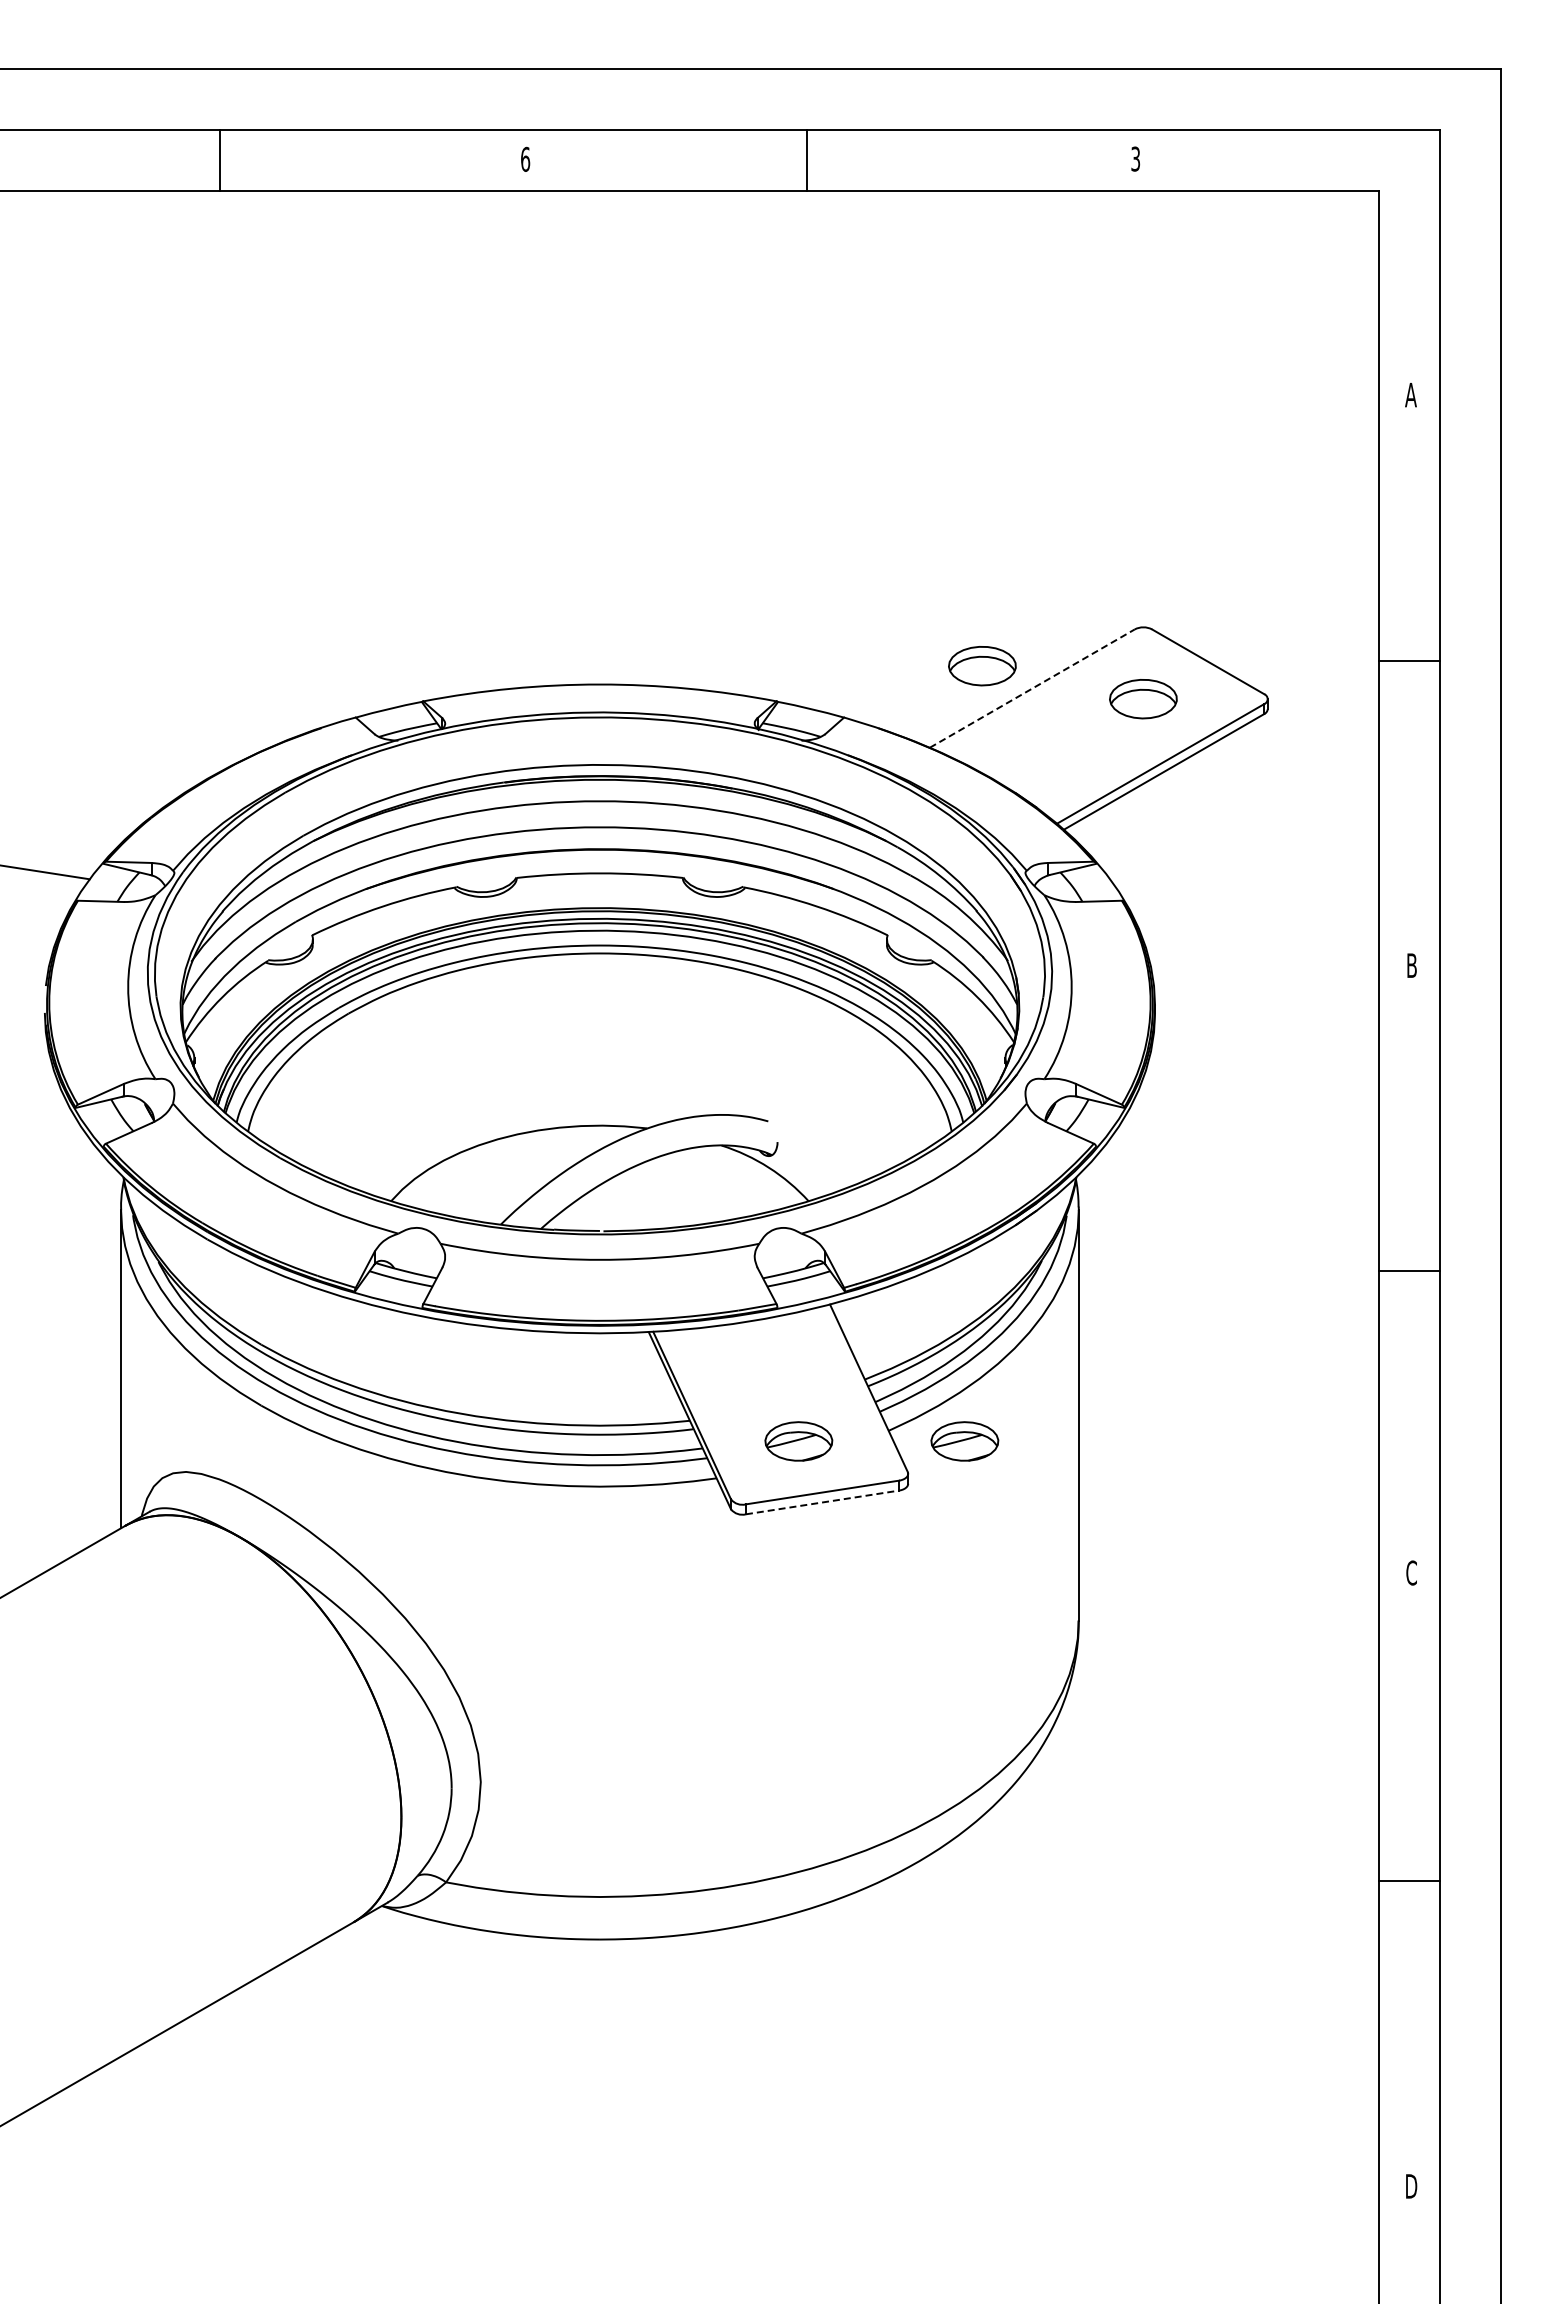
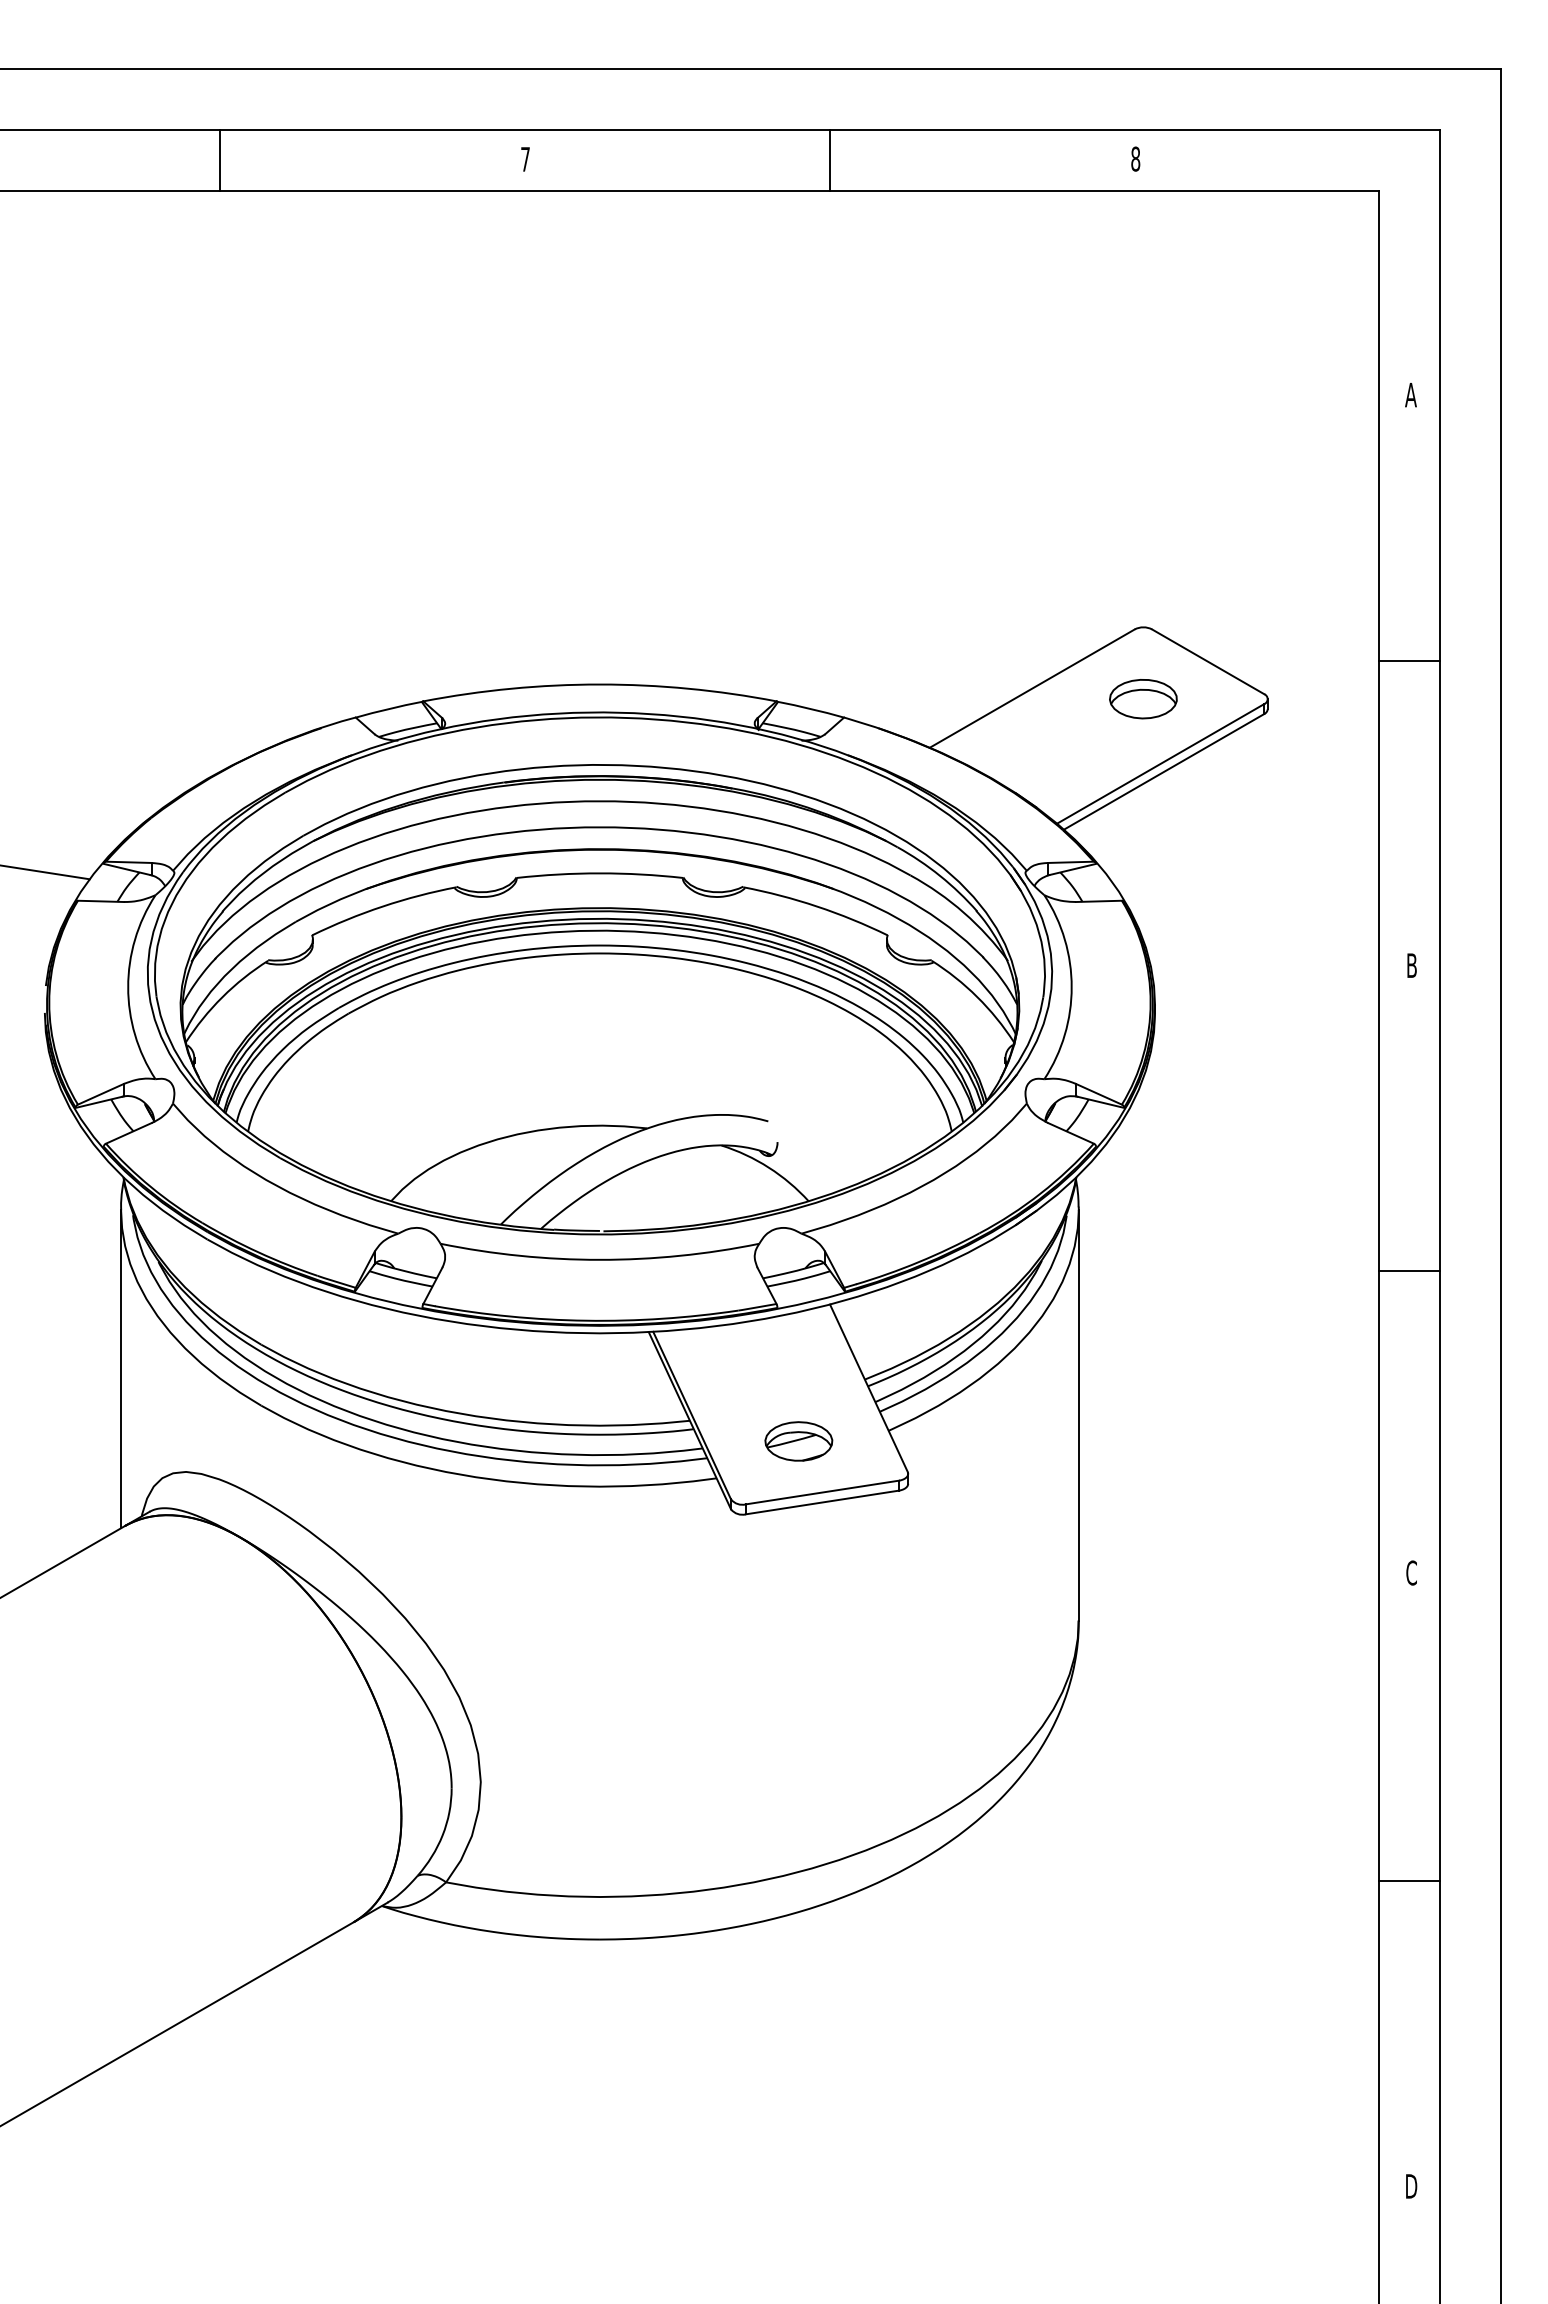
text at (525, 158): 6 -> 7
text at (1135, 158): 3 -> 8
line at (807, 160) position: (807, 160) -> (830, 160)
part at (982, 666): present -> none
line at (1032, 688): dashed -> solid
part at (964, 1441): present -> none
line at (822, 1502): dashed -> solid
